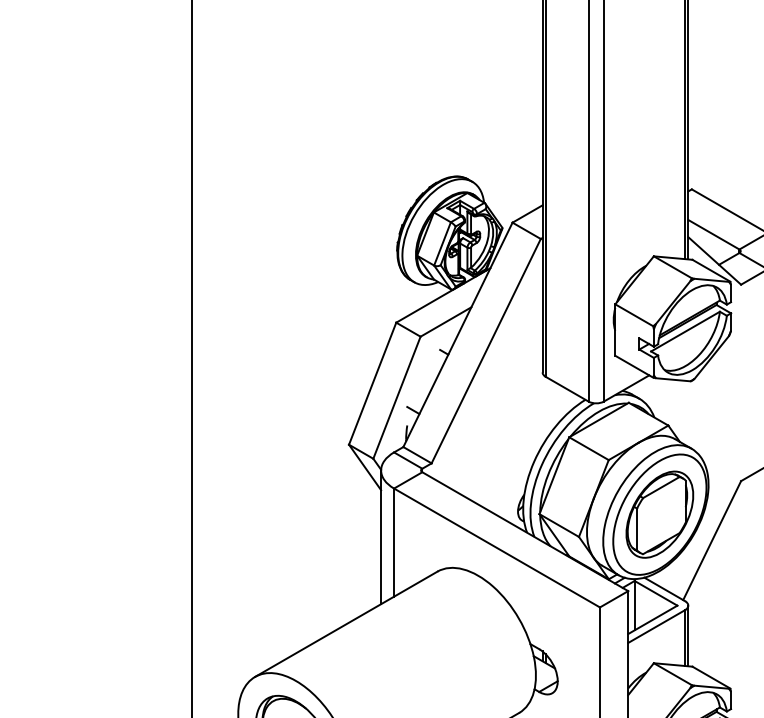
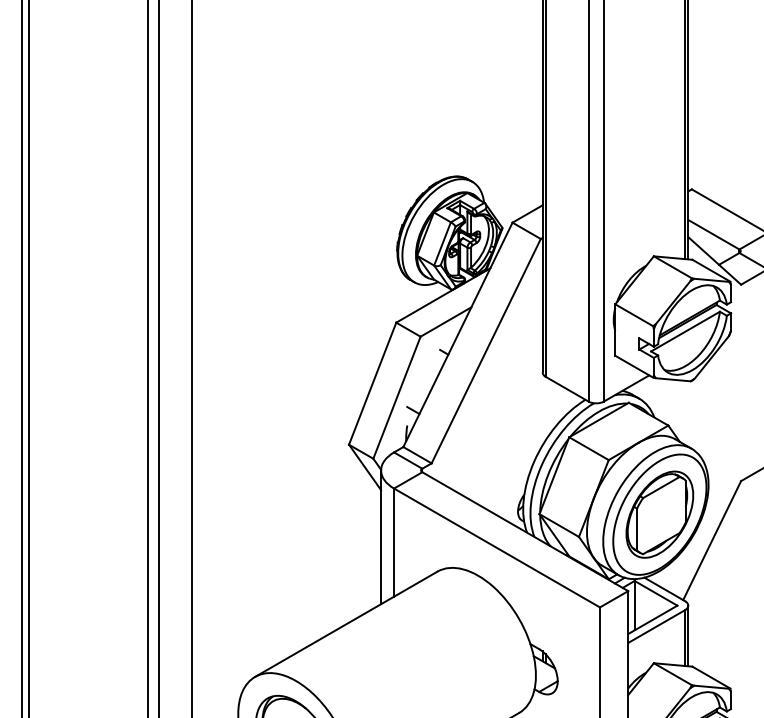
line at (22, 358): none -> present
line at (29, 358): none -> present
line at (147, 358): none -> present
line at (159, 358): none -> present
